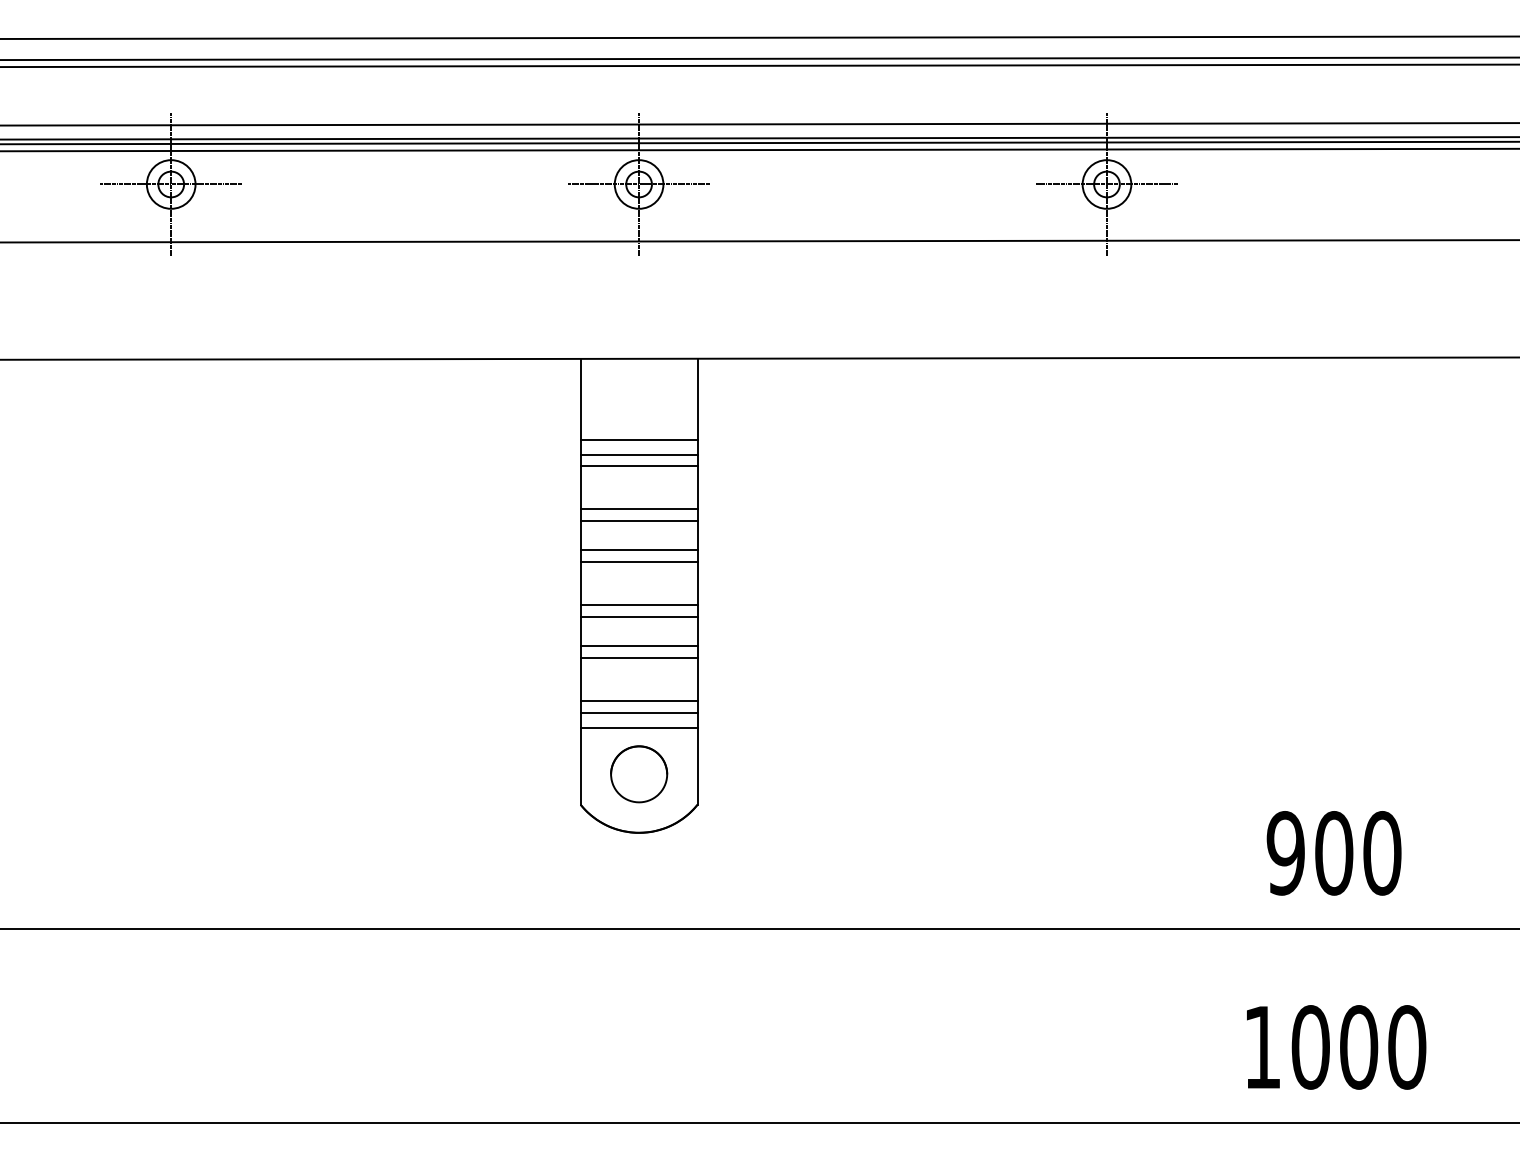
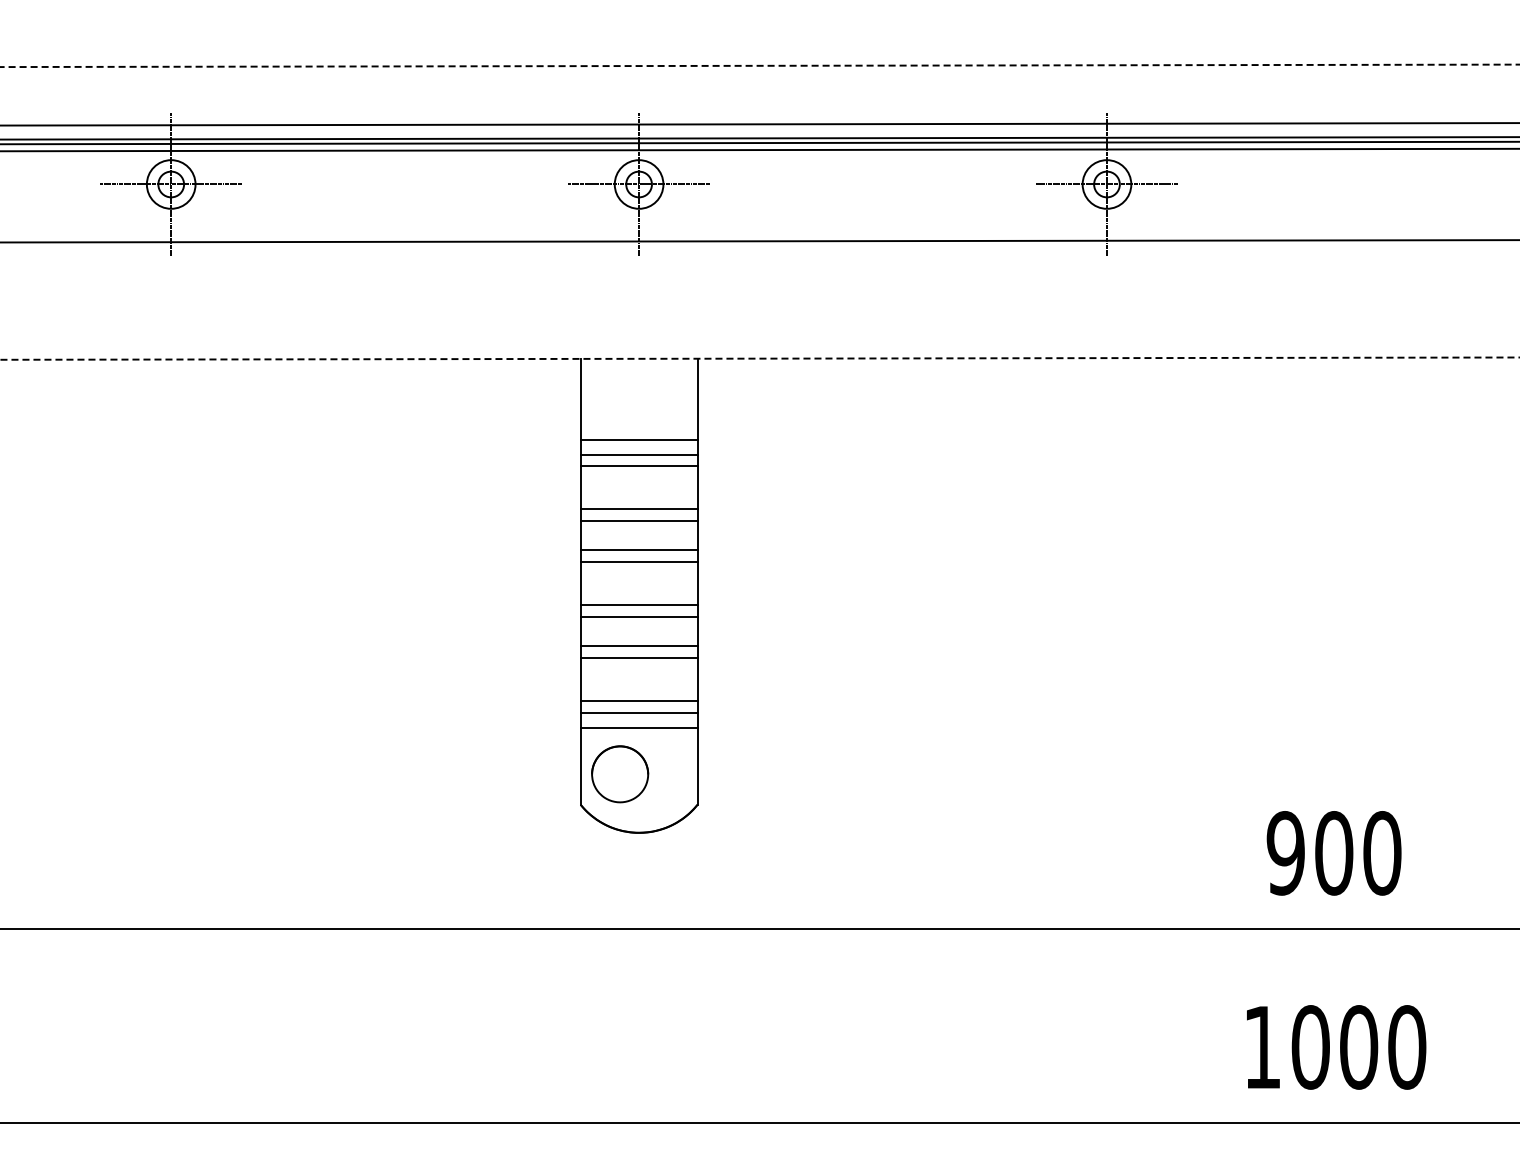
line at (759, 37): present -> none
line at (759, 58): present -> none
line at (760, 65): solid -> dashed
line at (760, 358): solid -> dashed
part at (639, 774) position: (639, 774) -> (620, 774)
